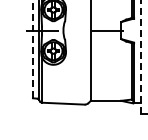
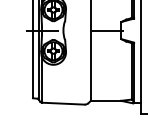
line at (32, 49): dashed -> solid
line at (141, 57): dashed -> solid
